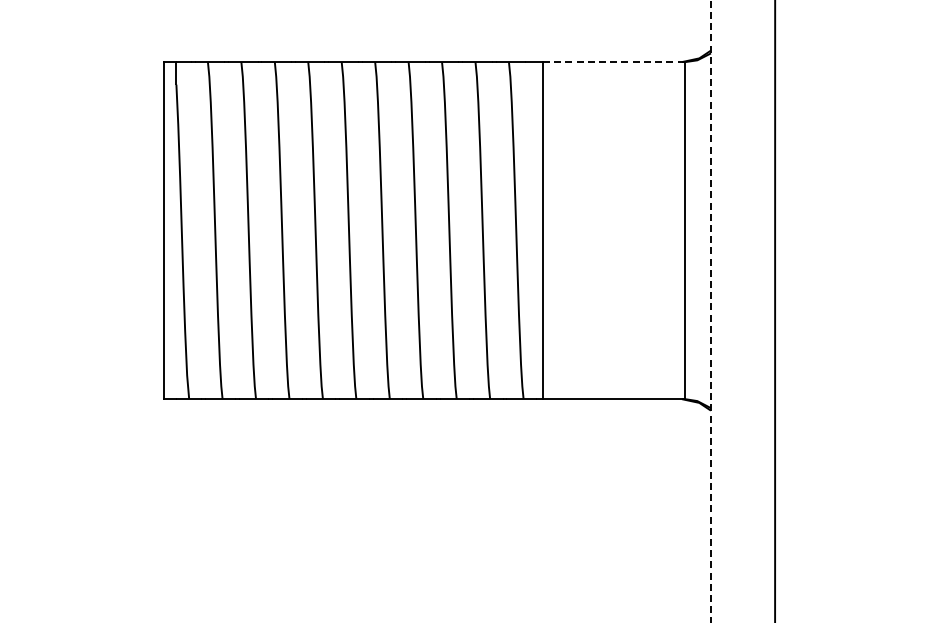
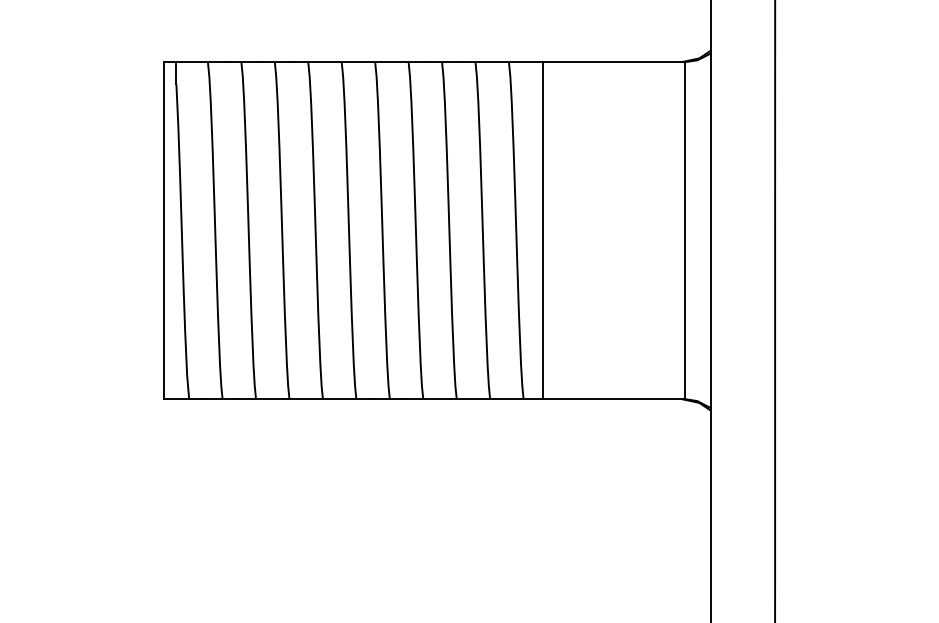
line at (613, 62): dashed -> solid
line at (710, 311): dashed -> solid
